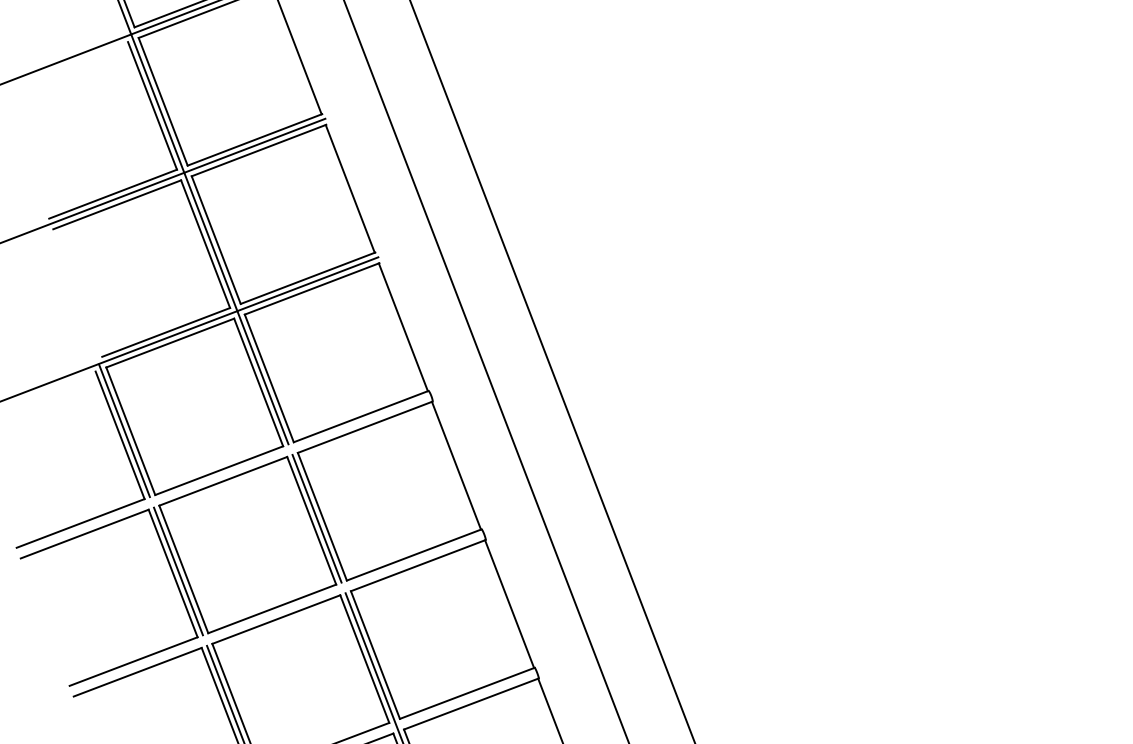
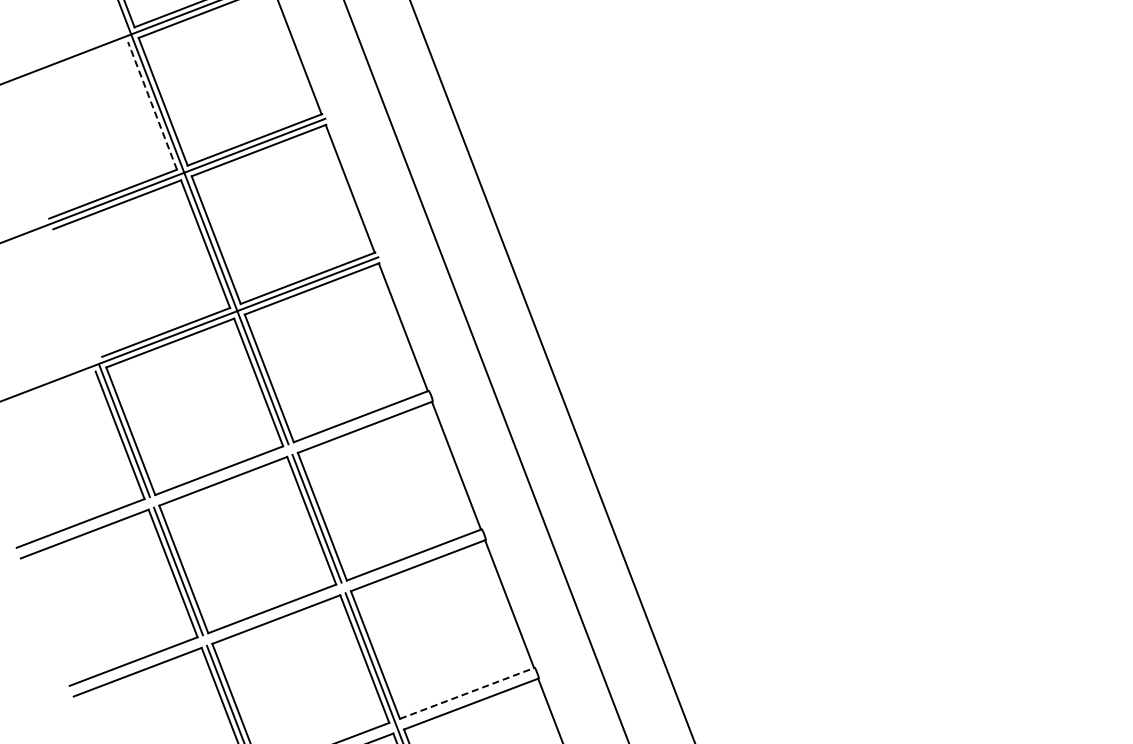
line at (152, 105): solid -> dashed
line at (467, 693): solid -> dashed
